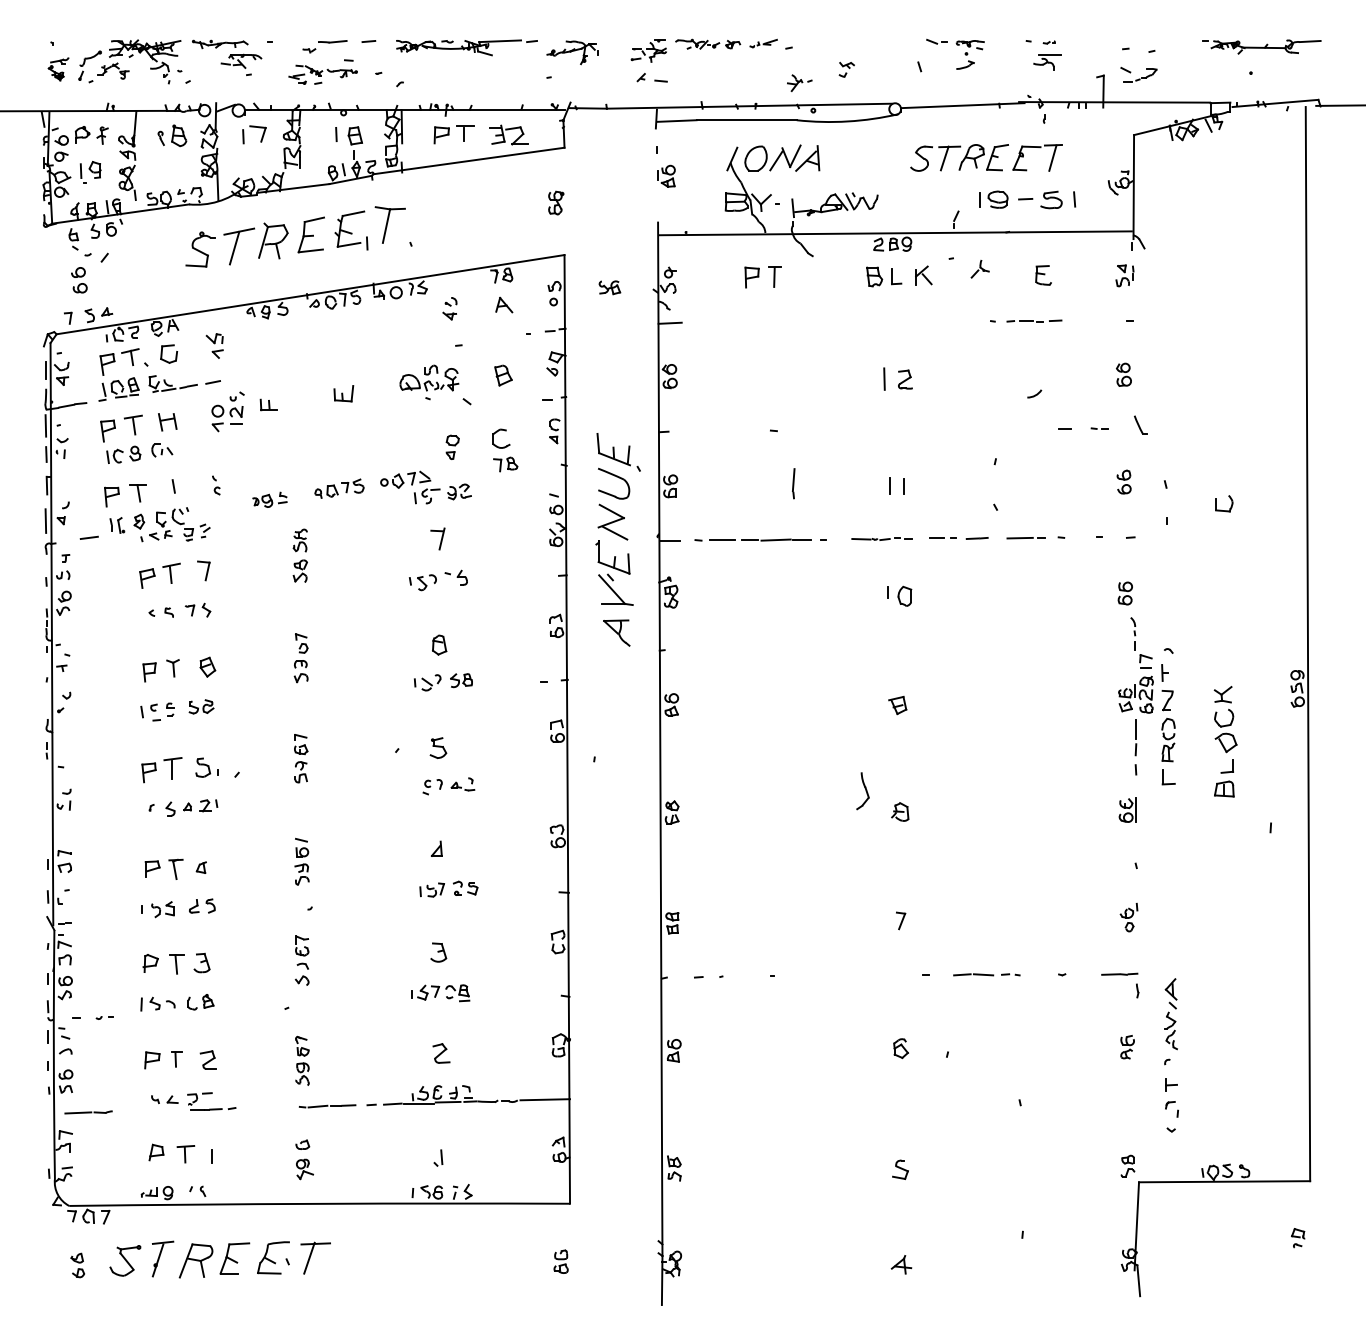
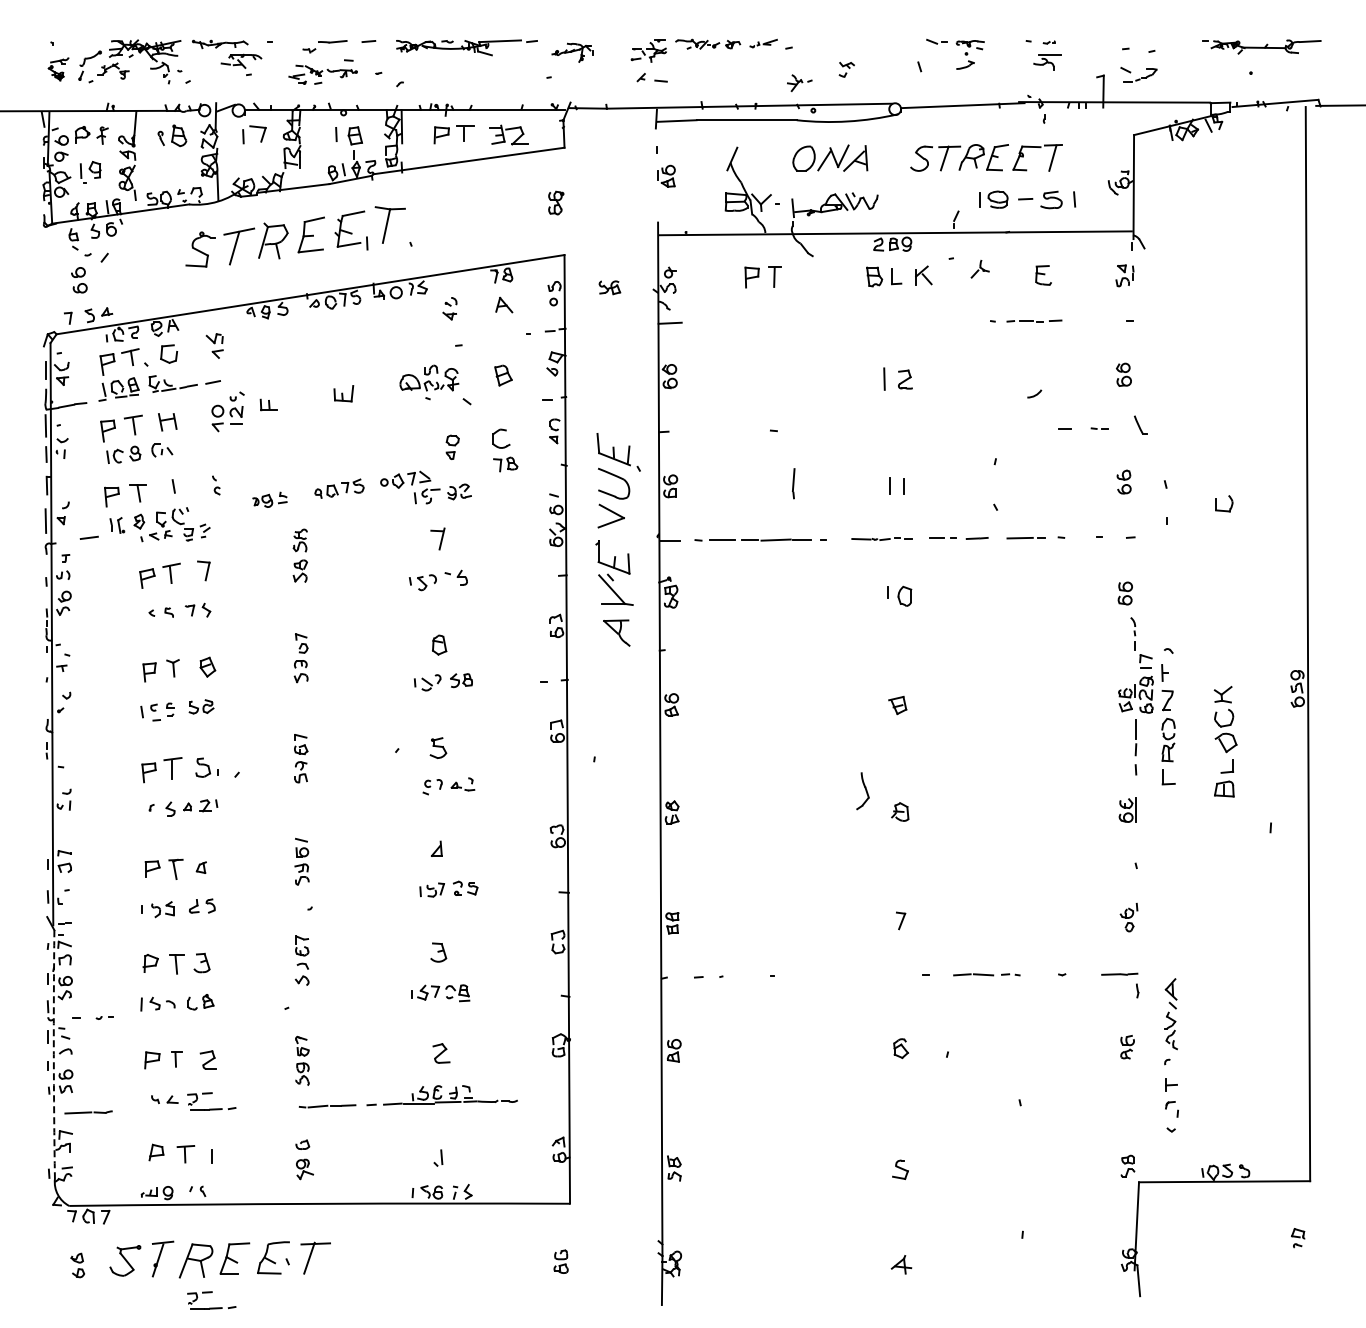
part at (572, 52) size: 53x26 px -> 43x21 px
part at (782, 157) position: (782, 157) -> (830, 157)
line at (615, 532): present -> none
arc at (53, 1054): solid -> dashed
line at (545, 1099): present -> none
part at (211, 1293): none -> present
